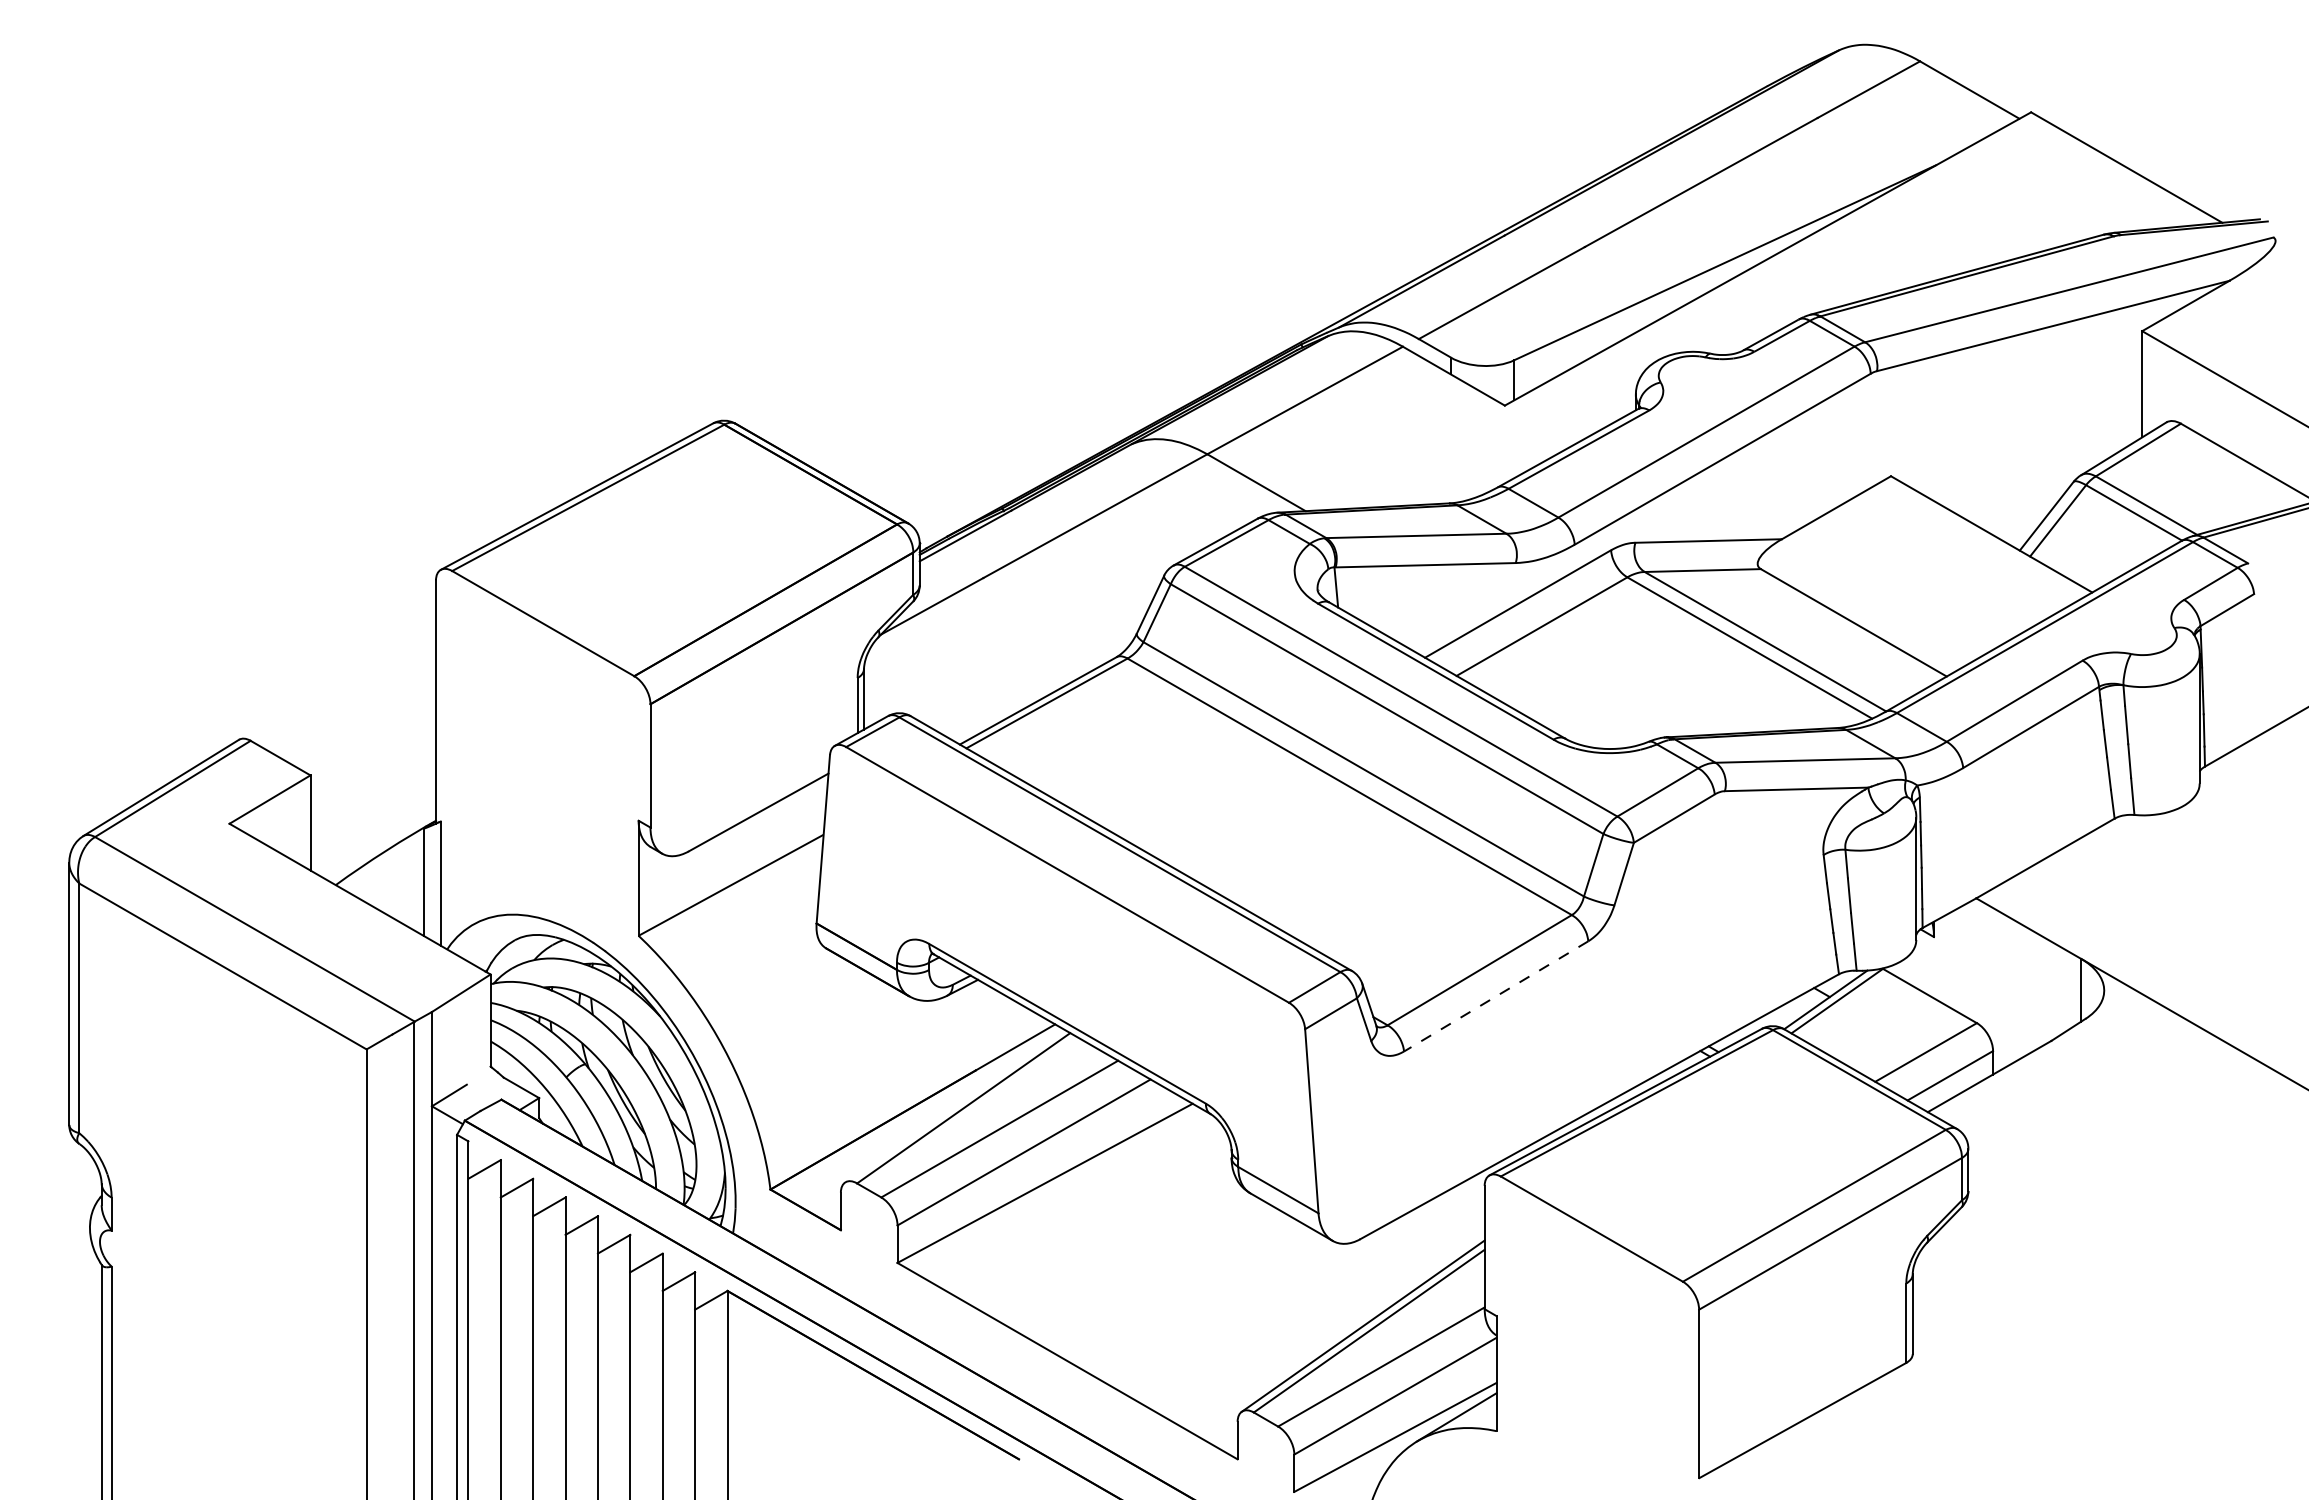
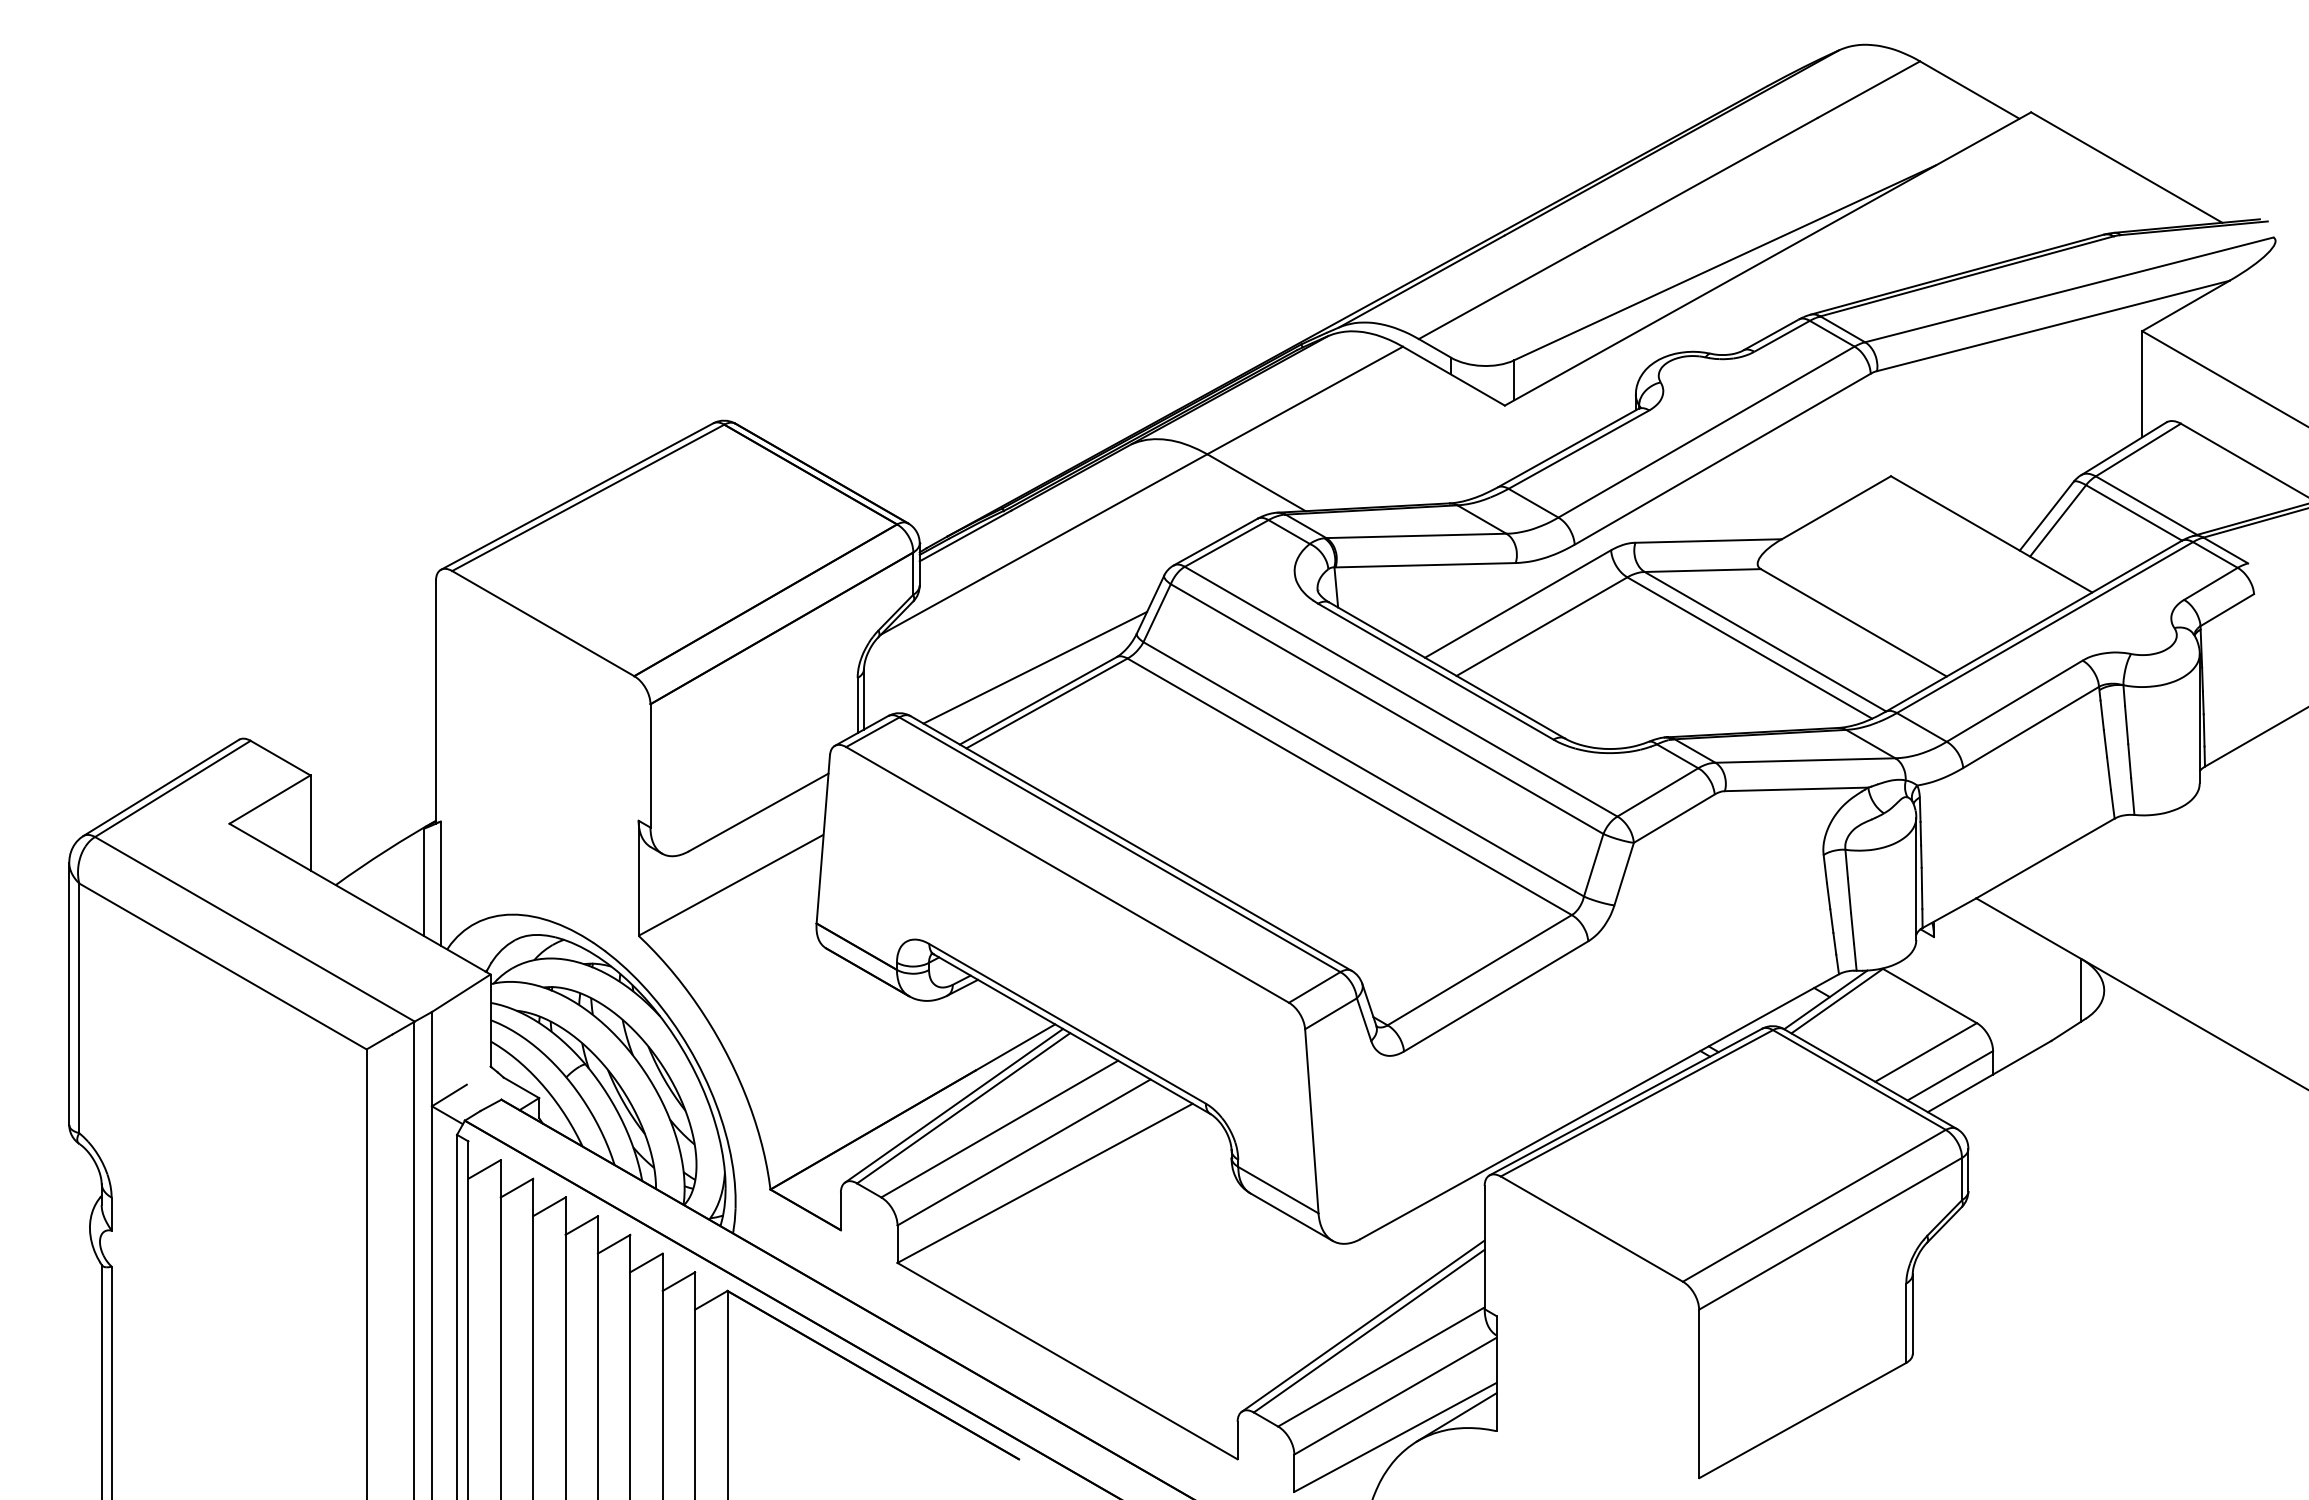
line at (1035, 667): none -> present
line at (1495, 996): dashed -> solid
line at (954, 1105): none -> present
